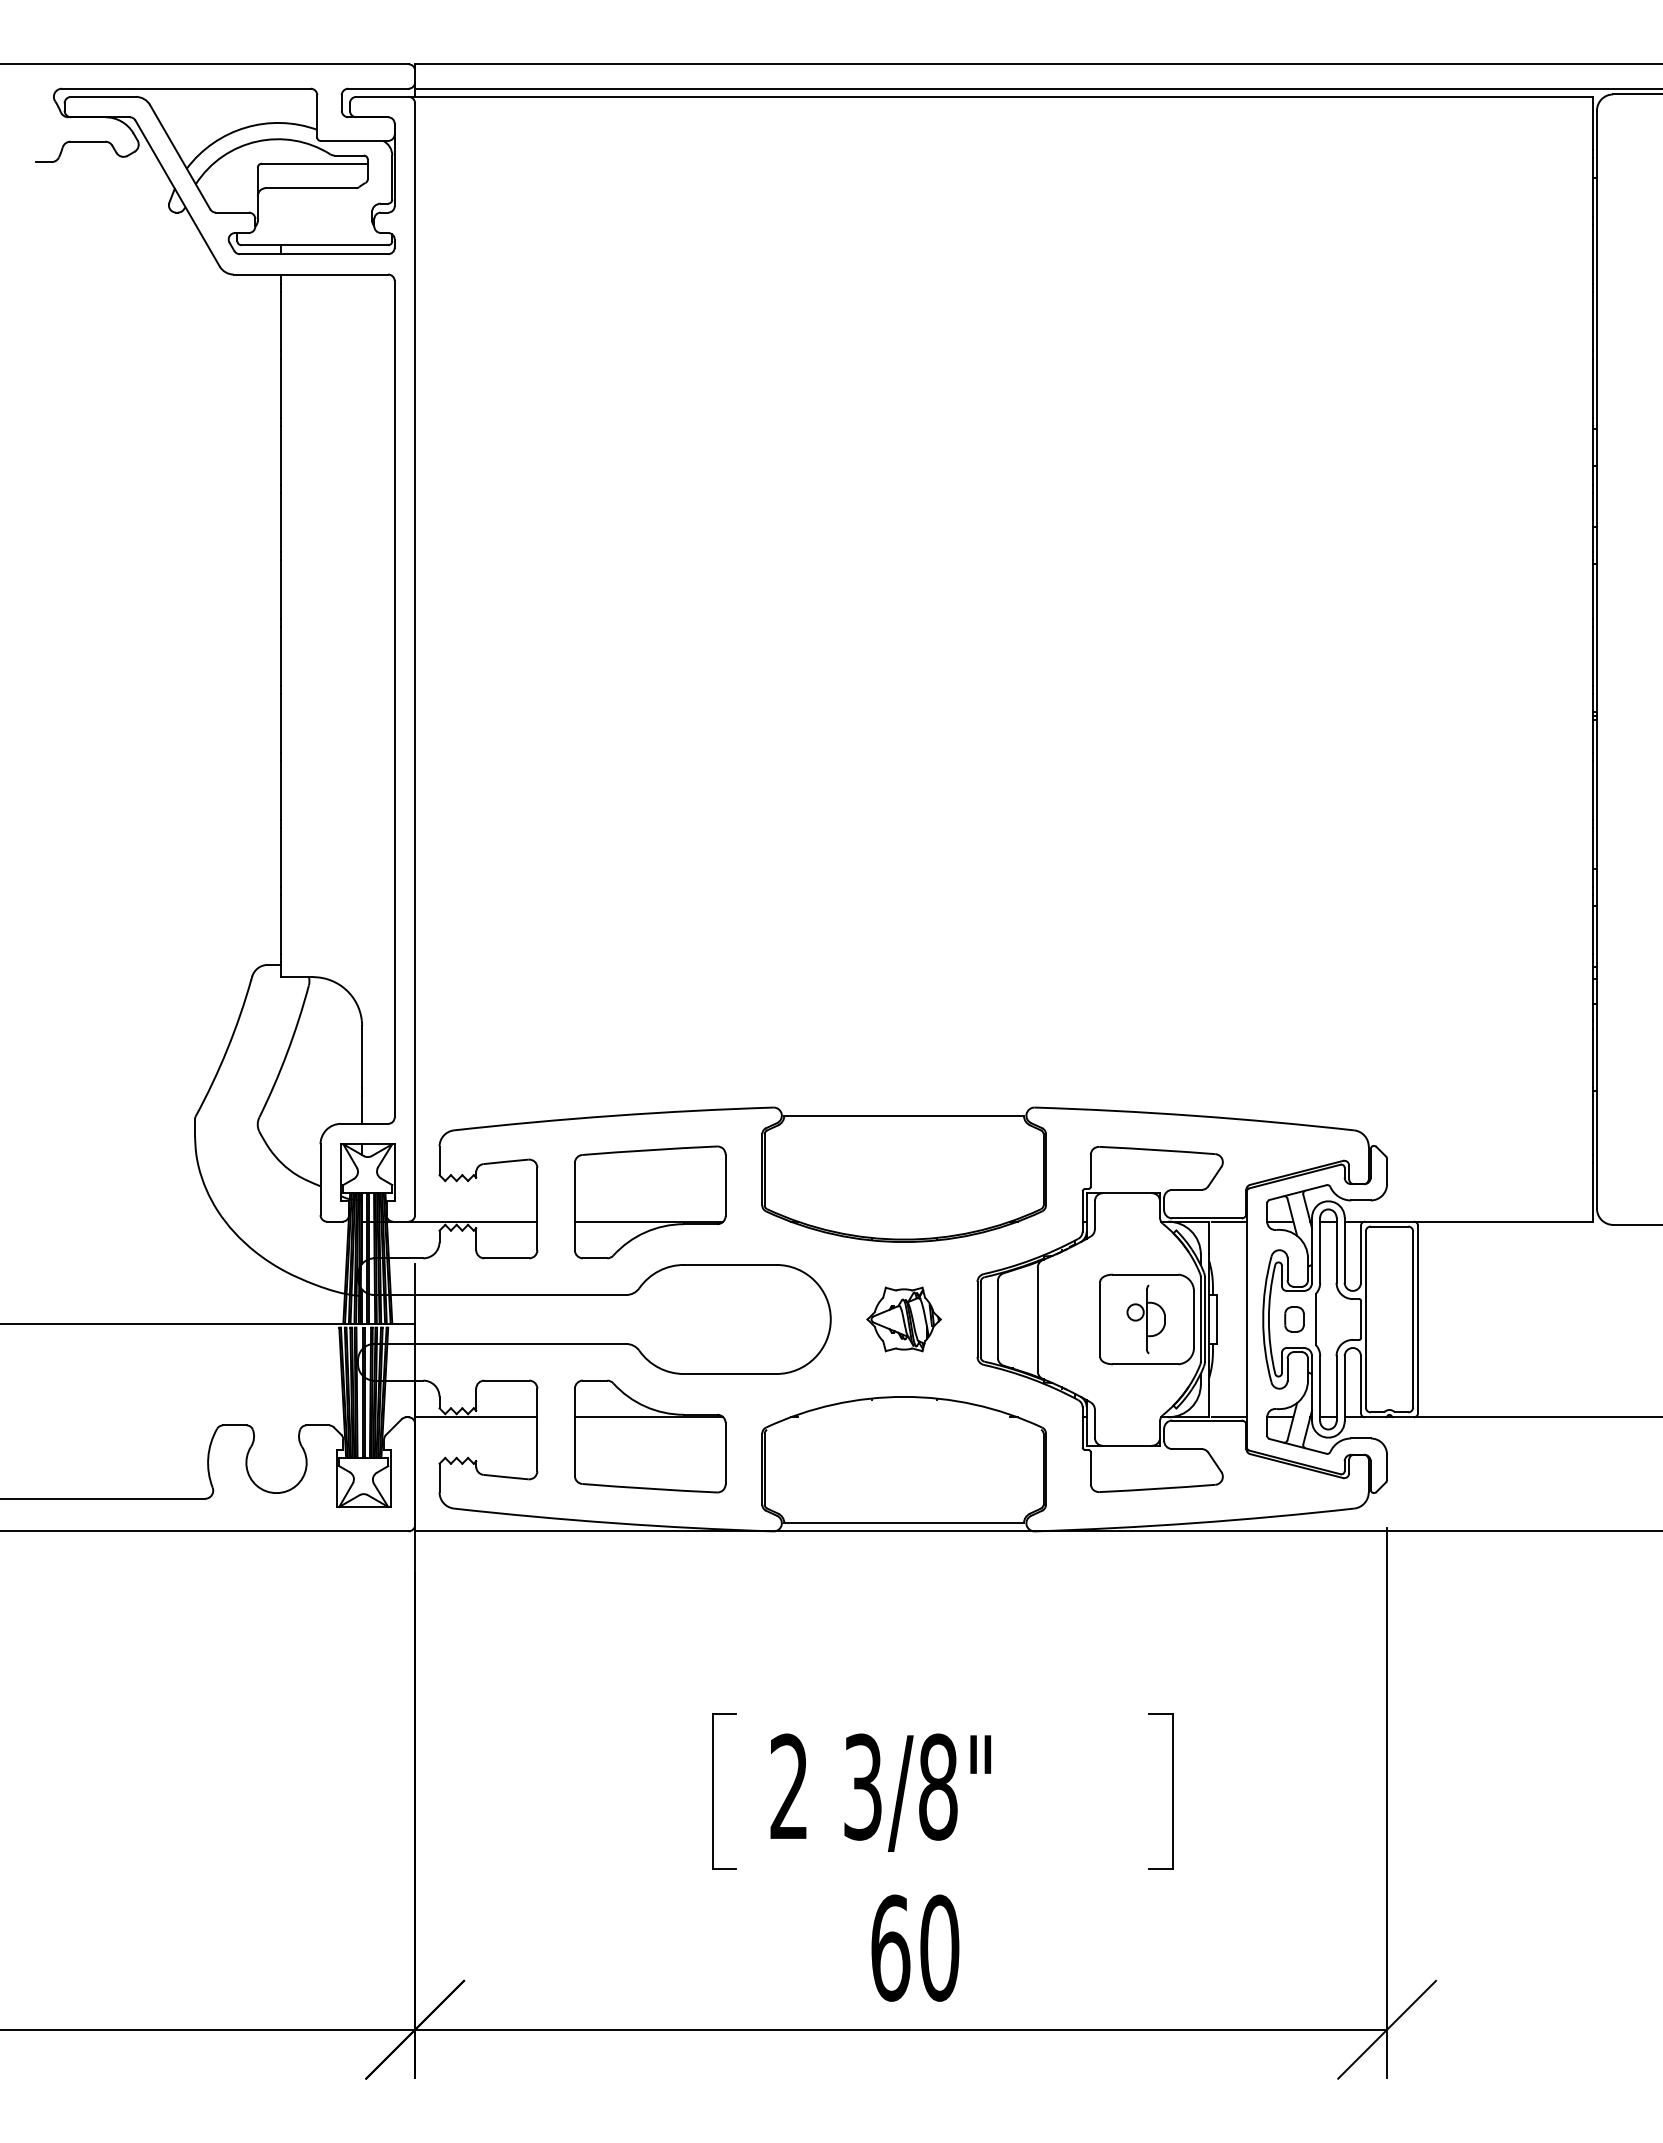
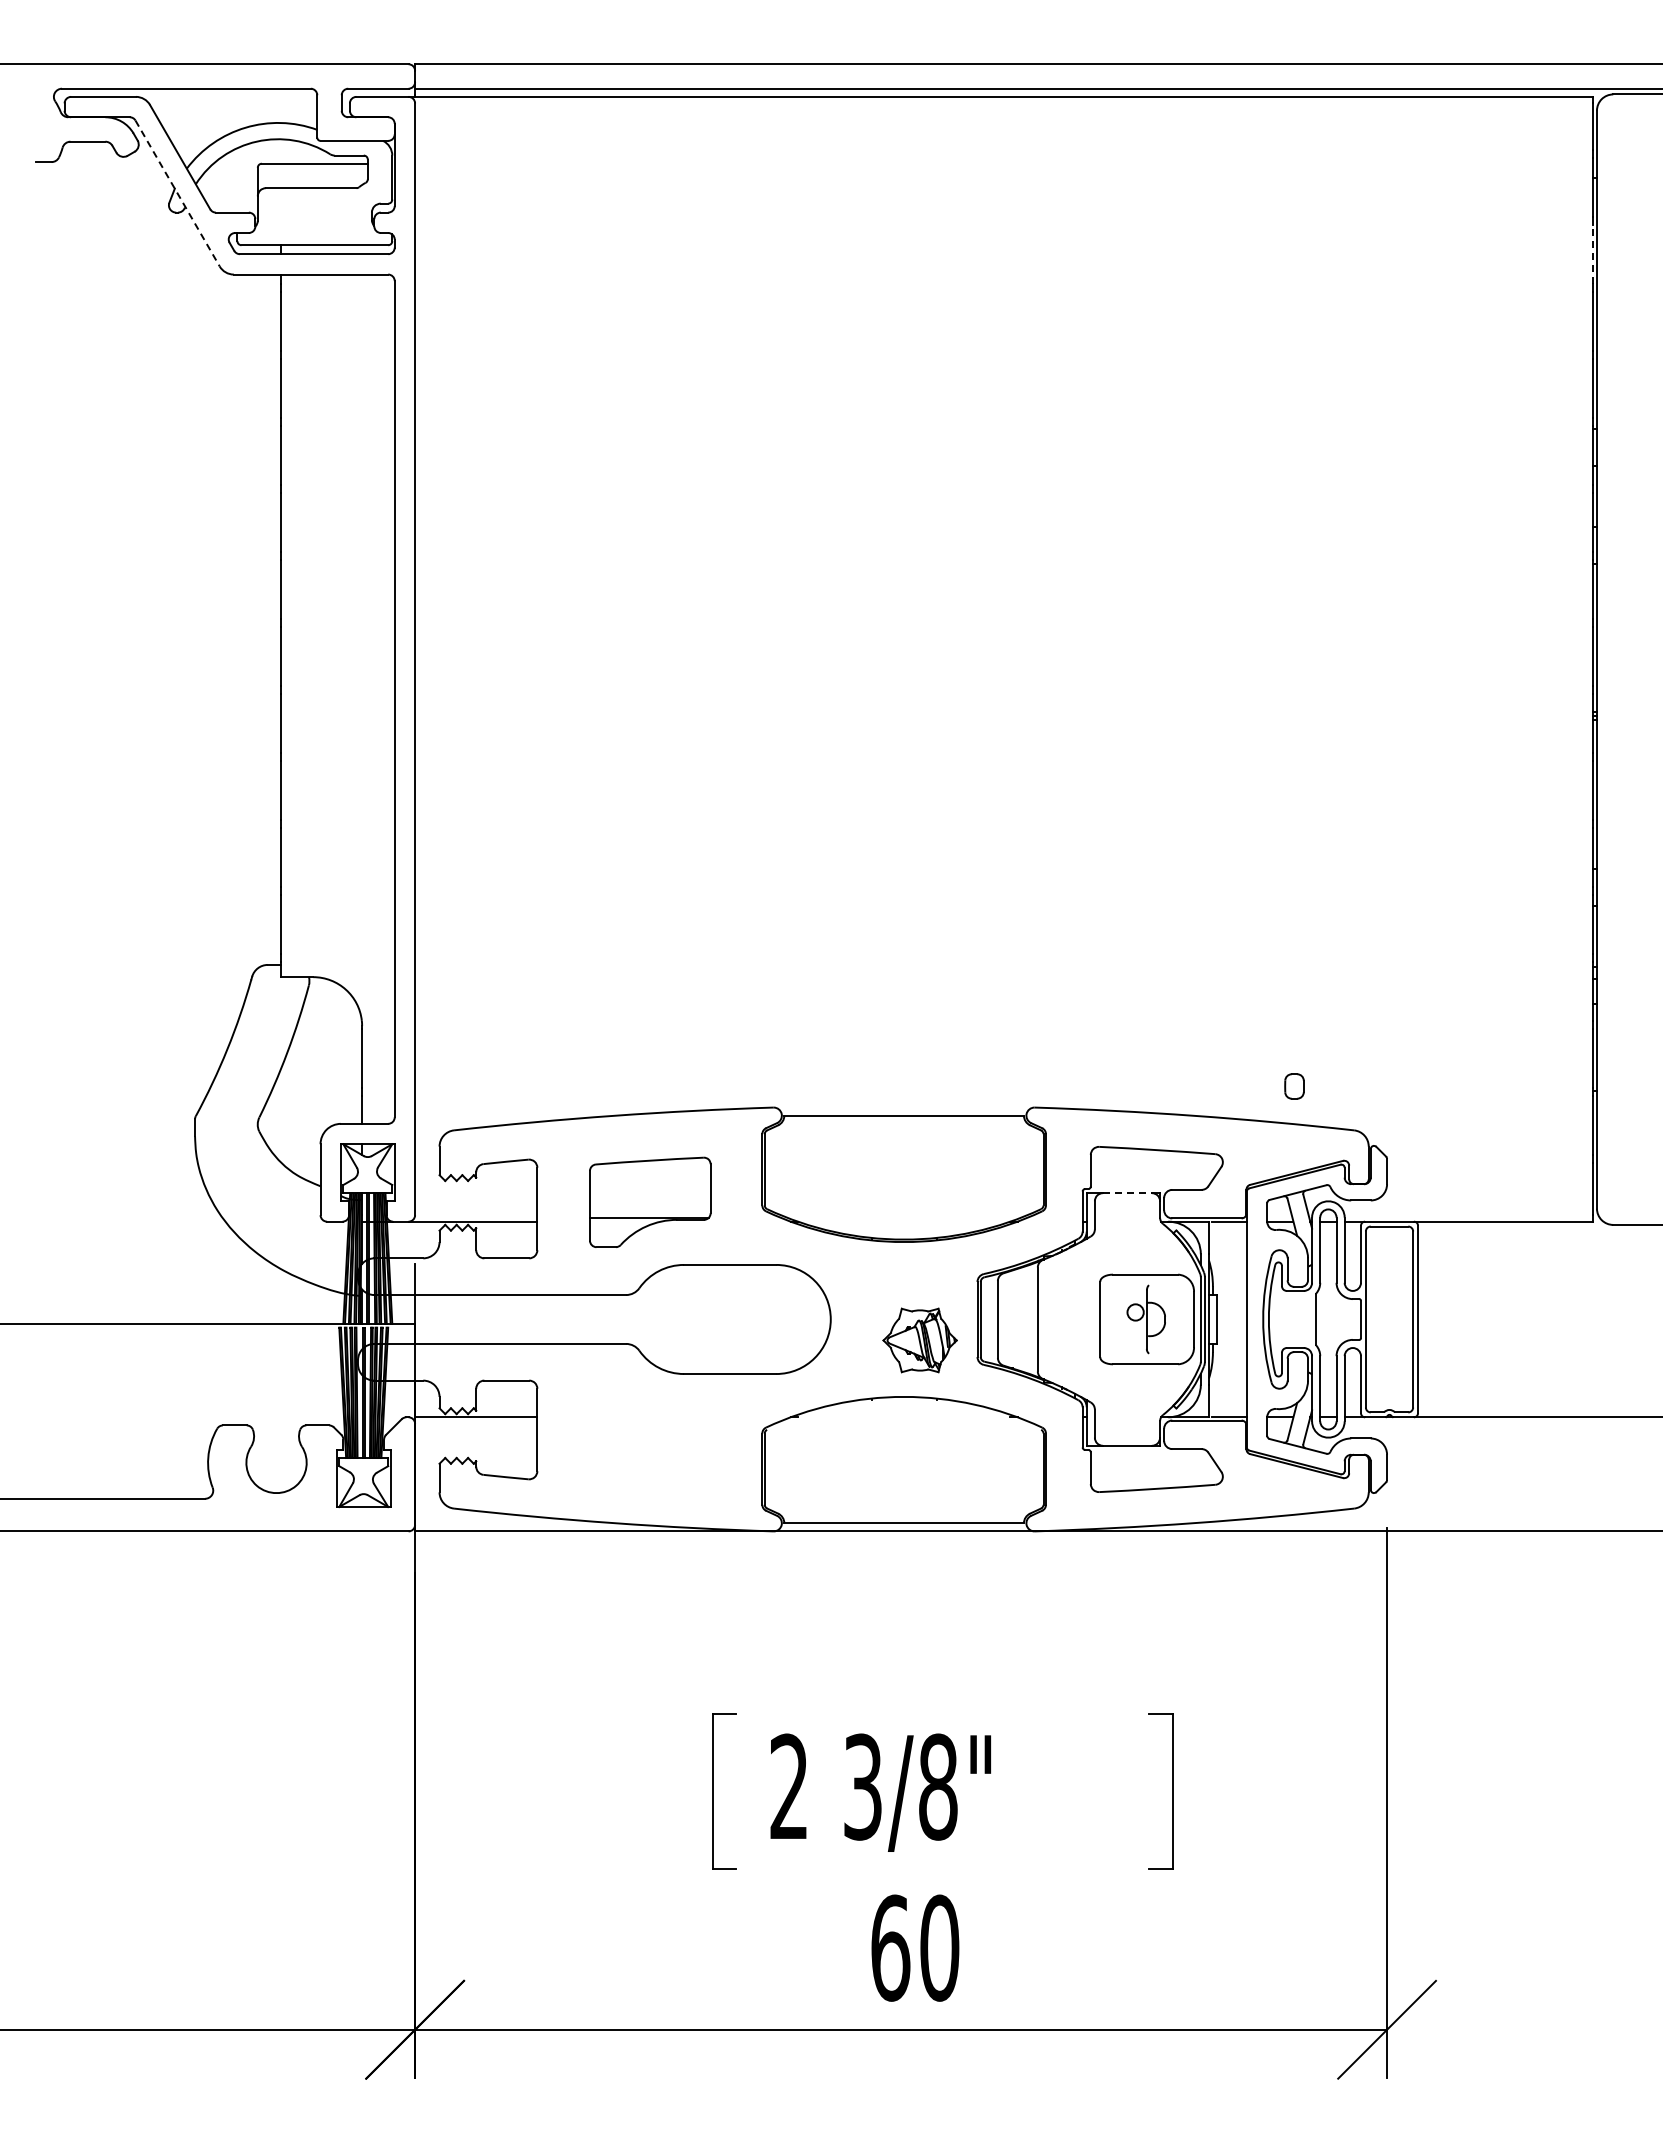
line at (177, 193): solid -> dashed
line at (1592, 253): solid -> dashed
line at (1127, 1193): solid -> dashed
part at (650, 1202) size: 153x115 px -> 123x92 px
part at (903, 1319) position: (903, 1319) -> (919, 1340)
part at (1294, 1319) position: (1294, 1319) -> (1294, 1086)
part at (650, 1436): present -> none
